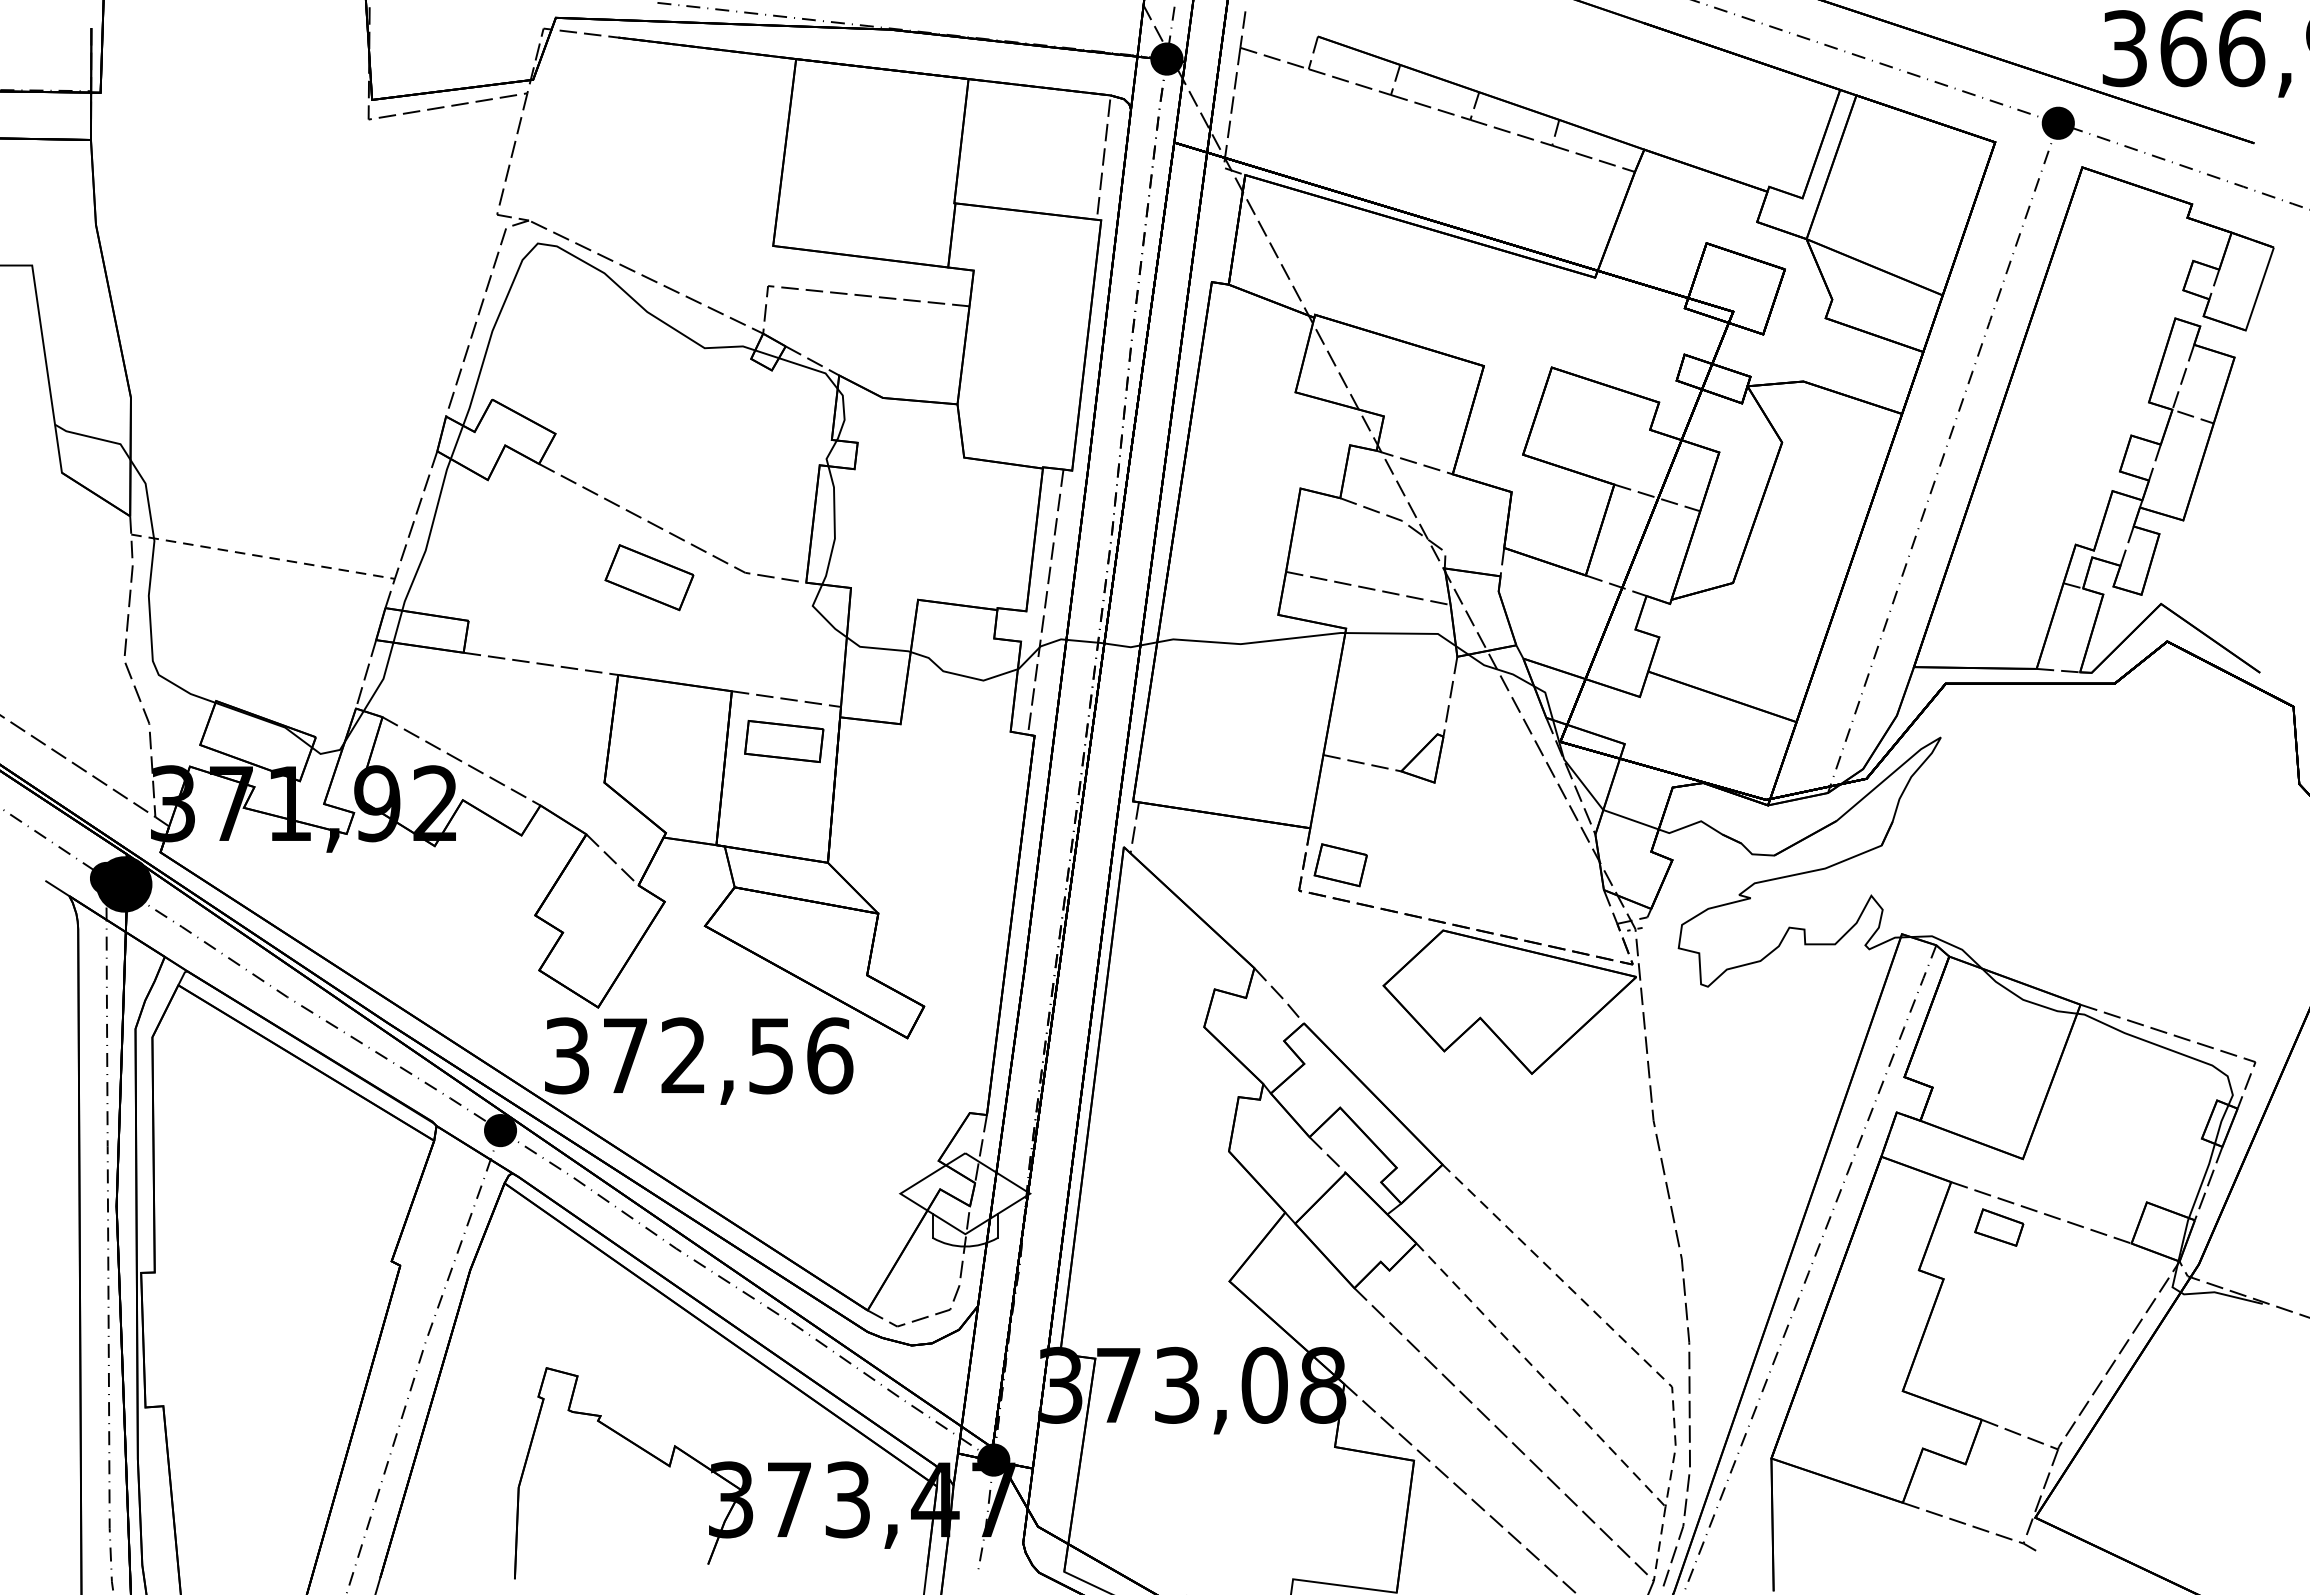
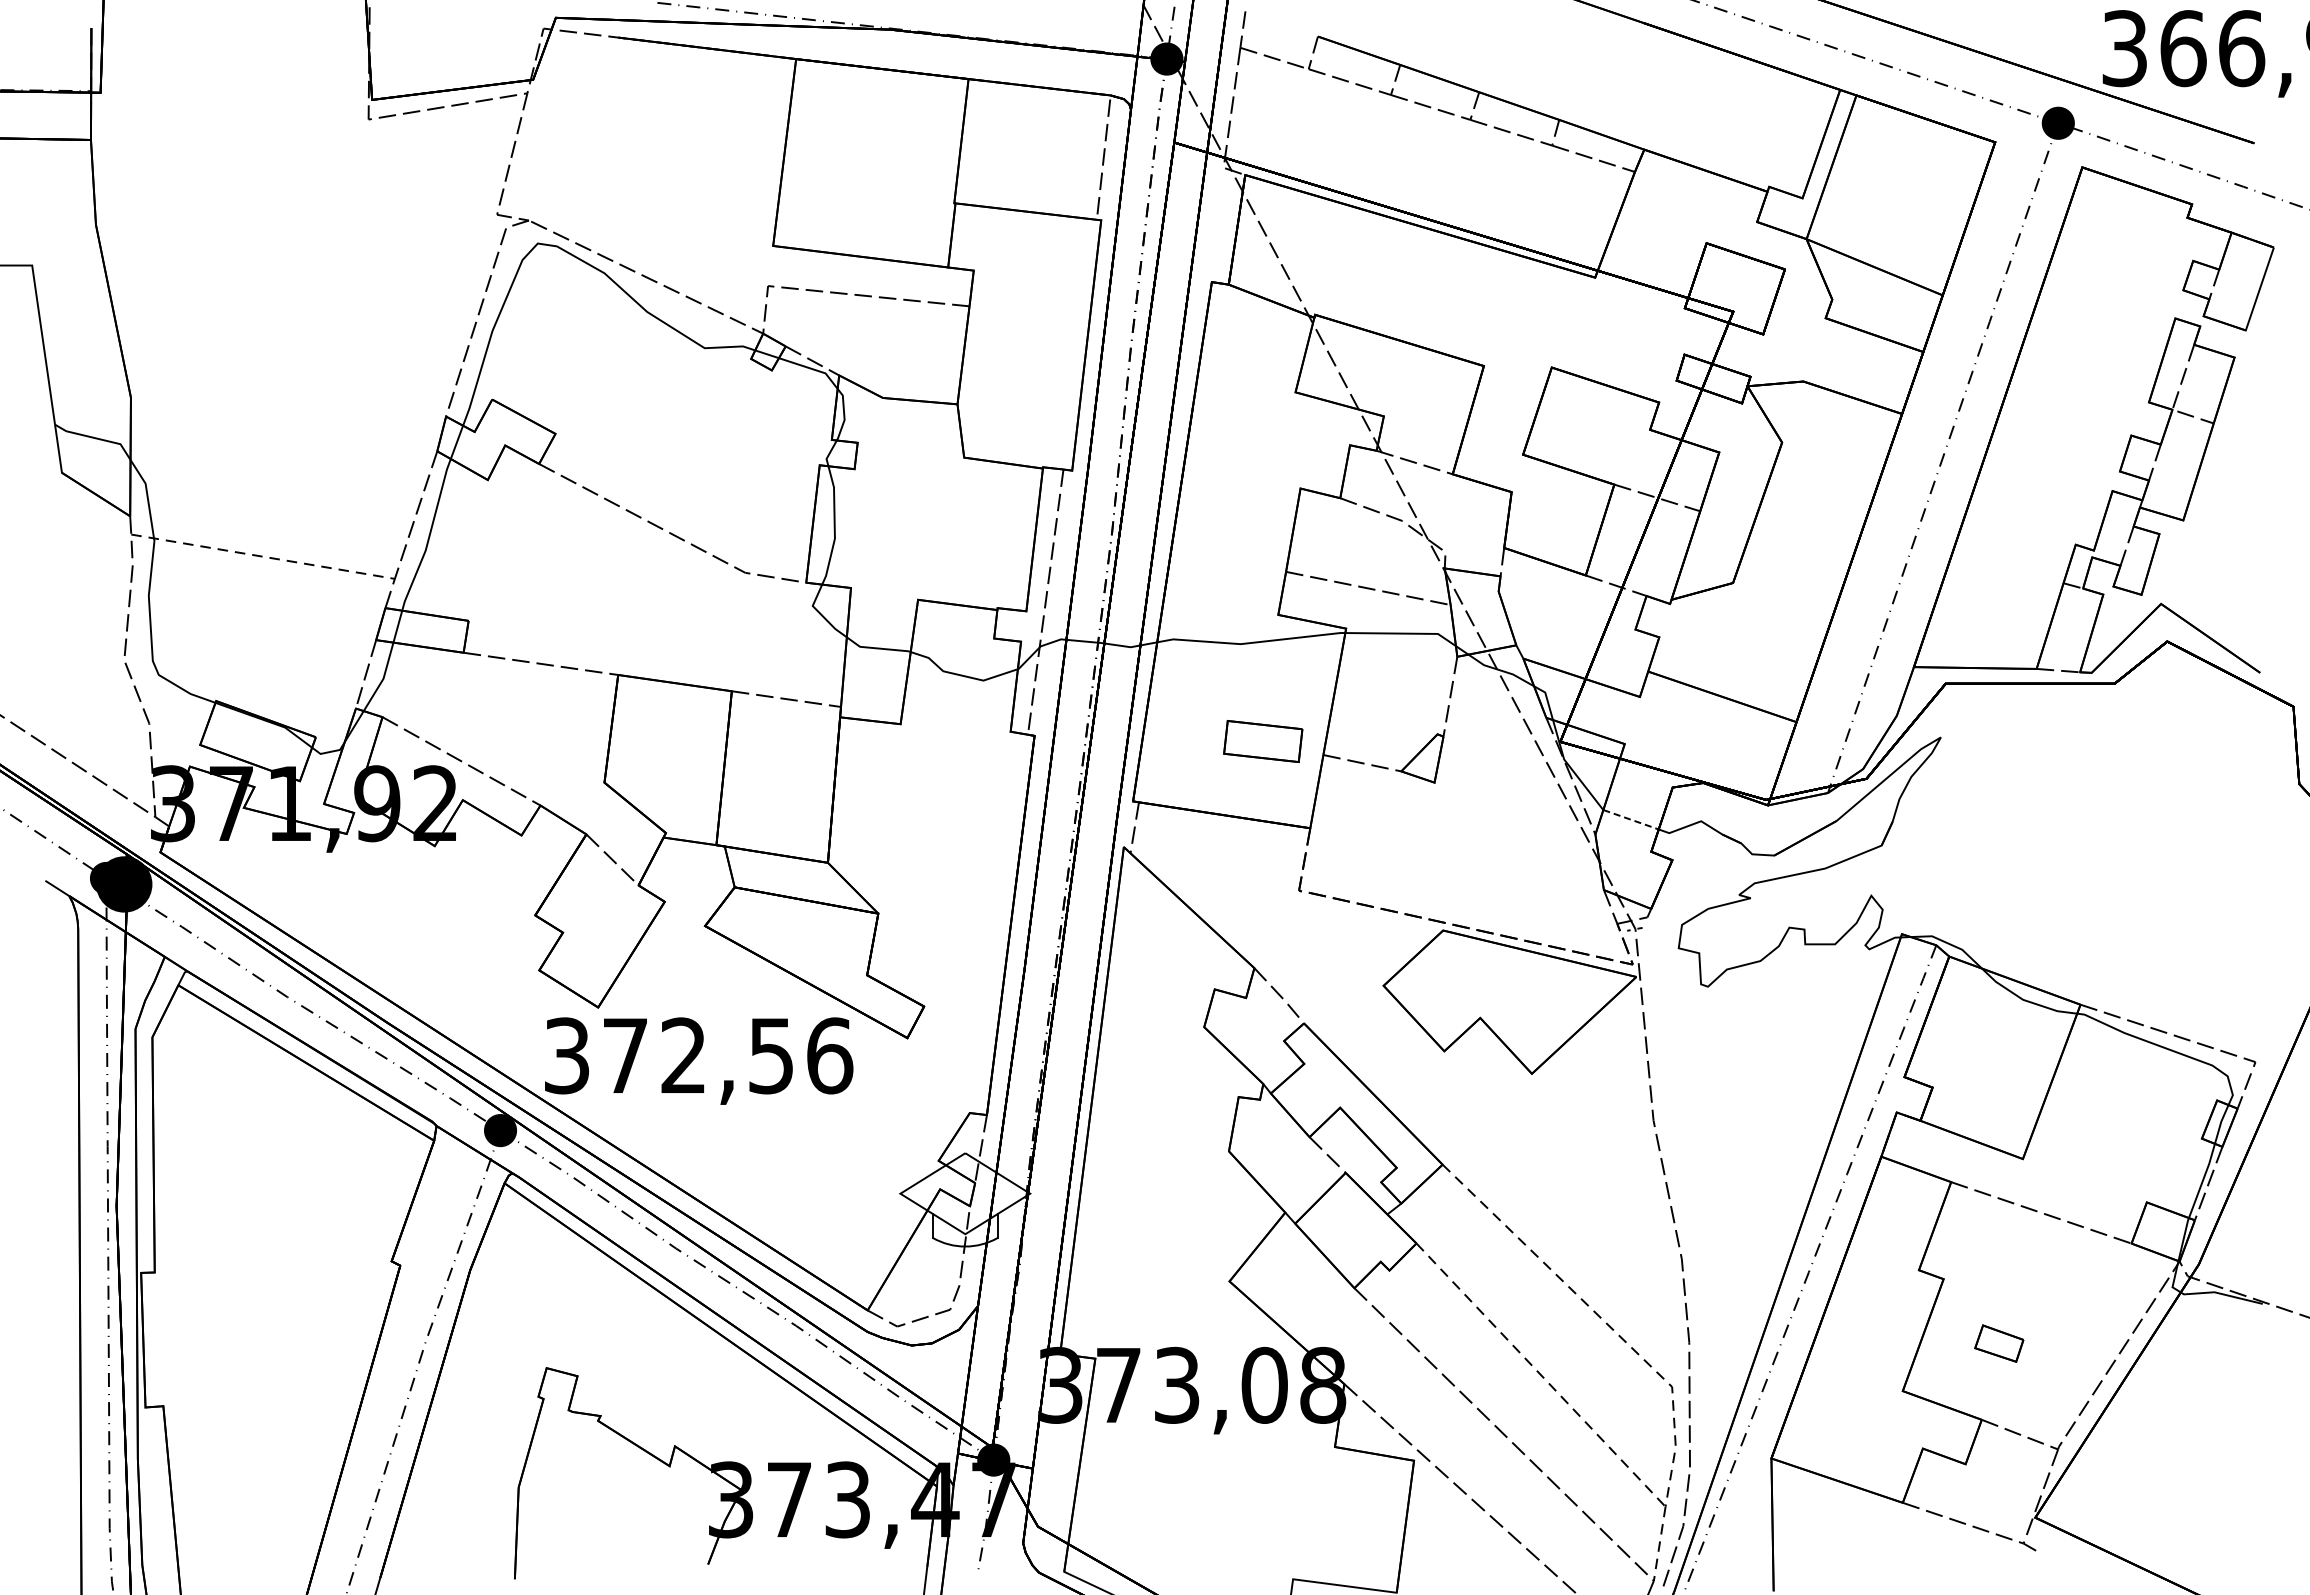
part at (649, 577): present -> none
part at (784, 741) position: (784, 741) -> (1263, 741)
line at (1631, 819): solid -> dashed
part at (1340, 865): present -> none
part at (1999, 1227) position: (1999, 1227) -> (1999, 1343)
